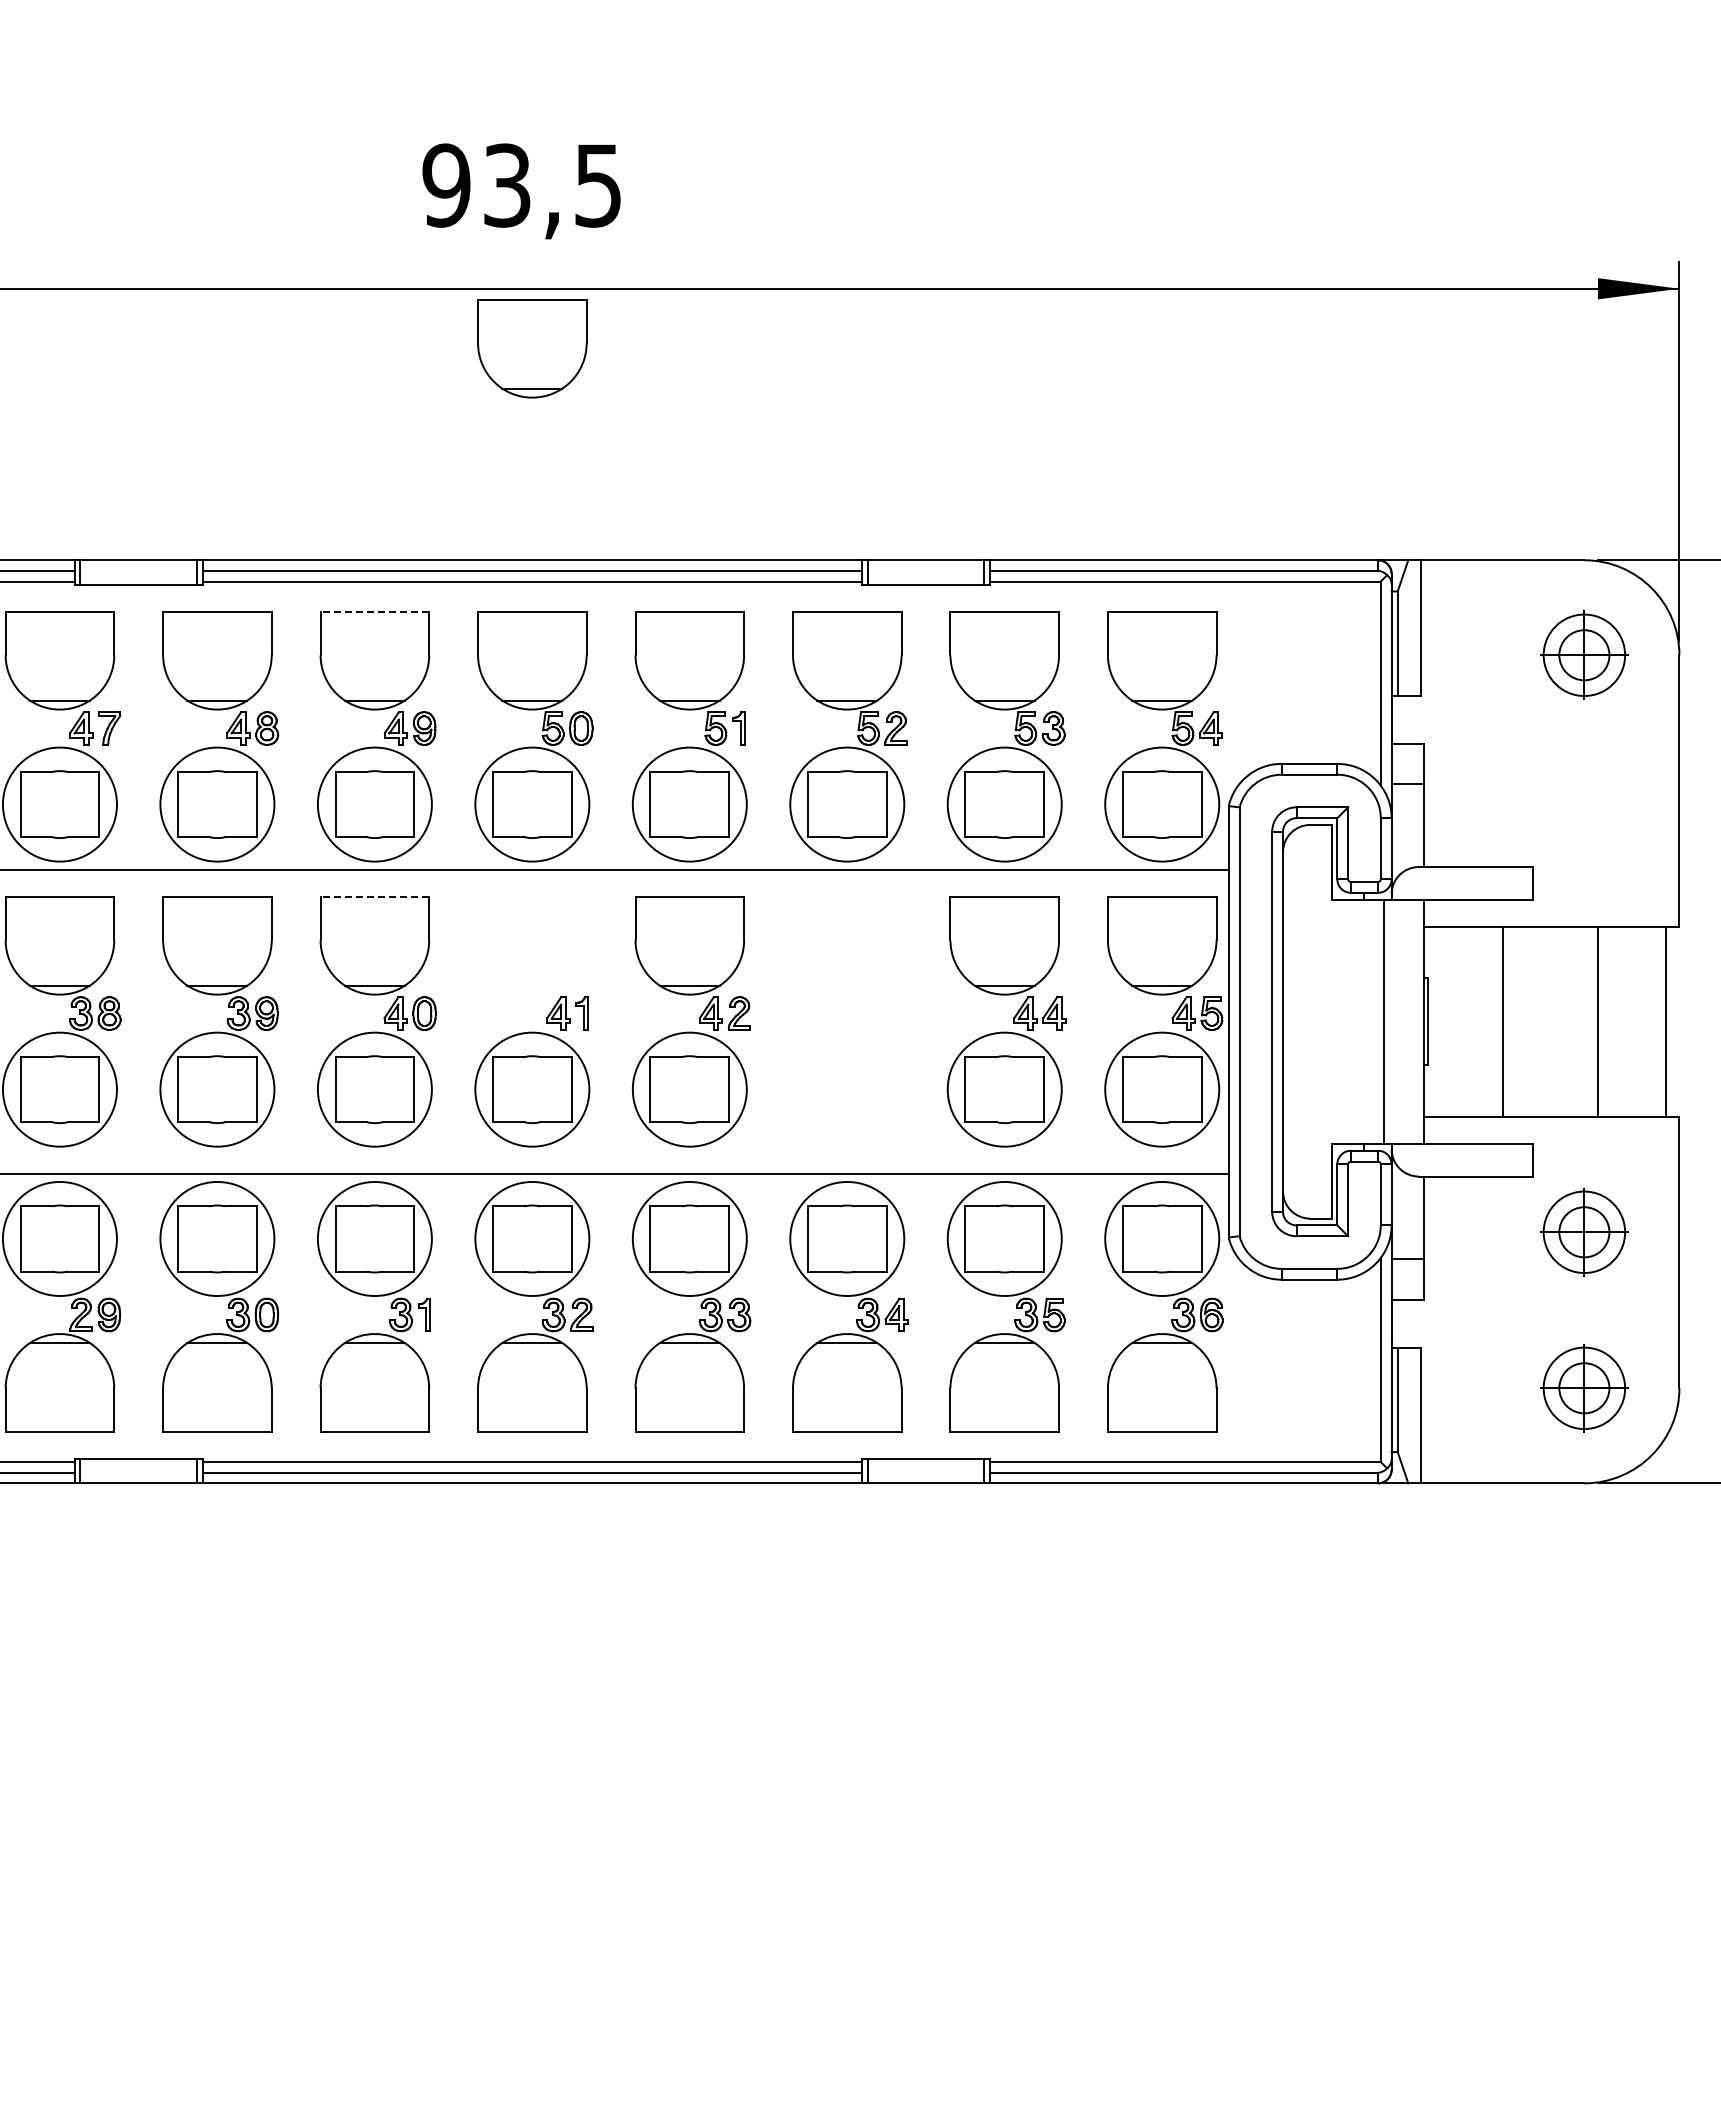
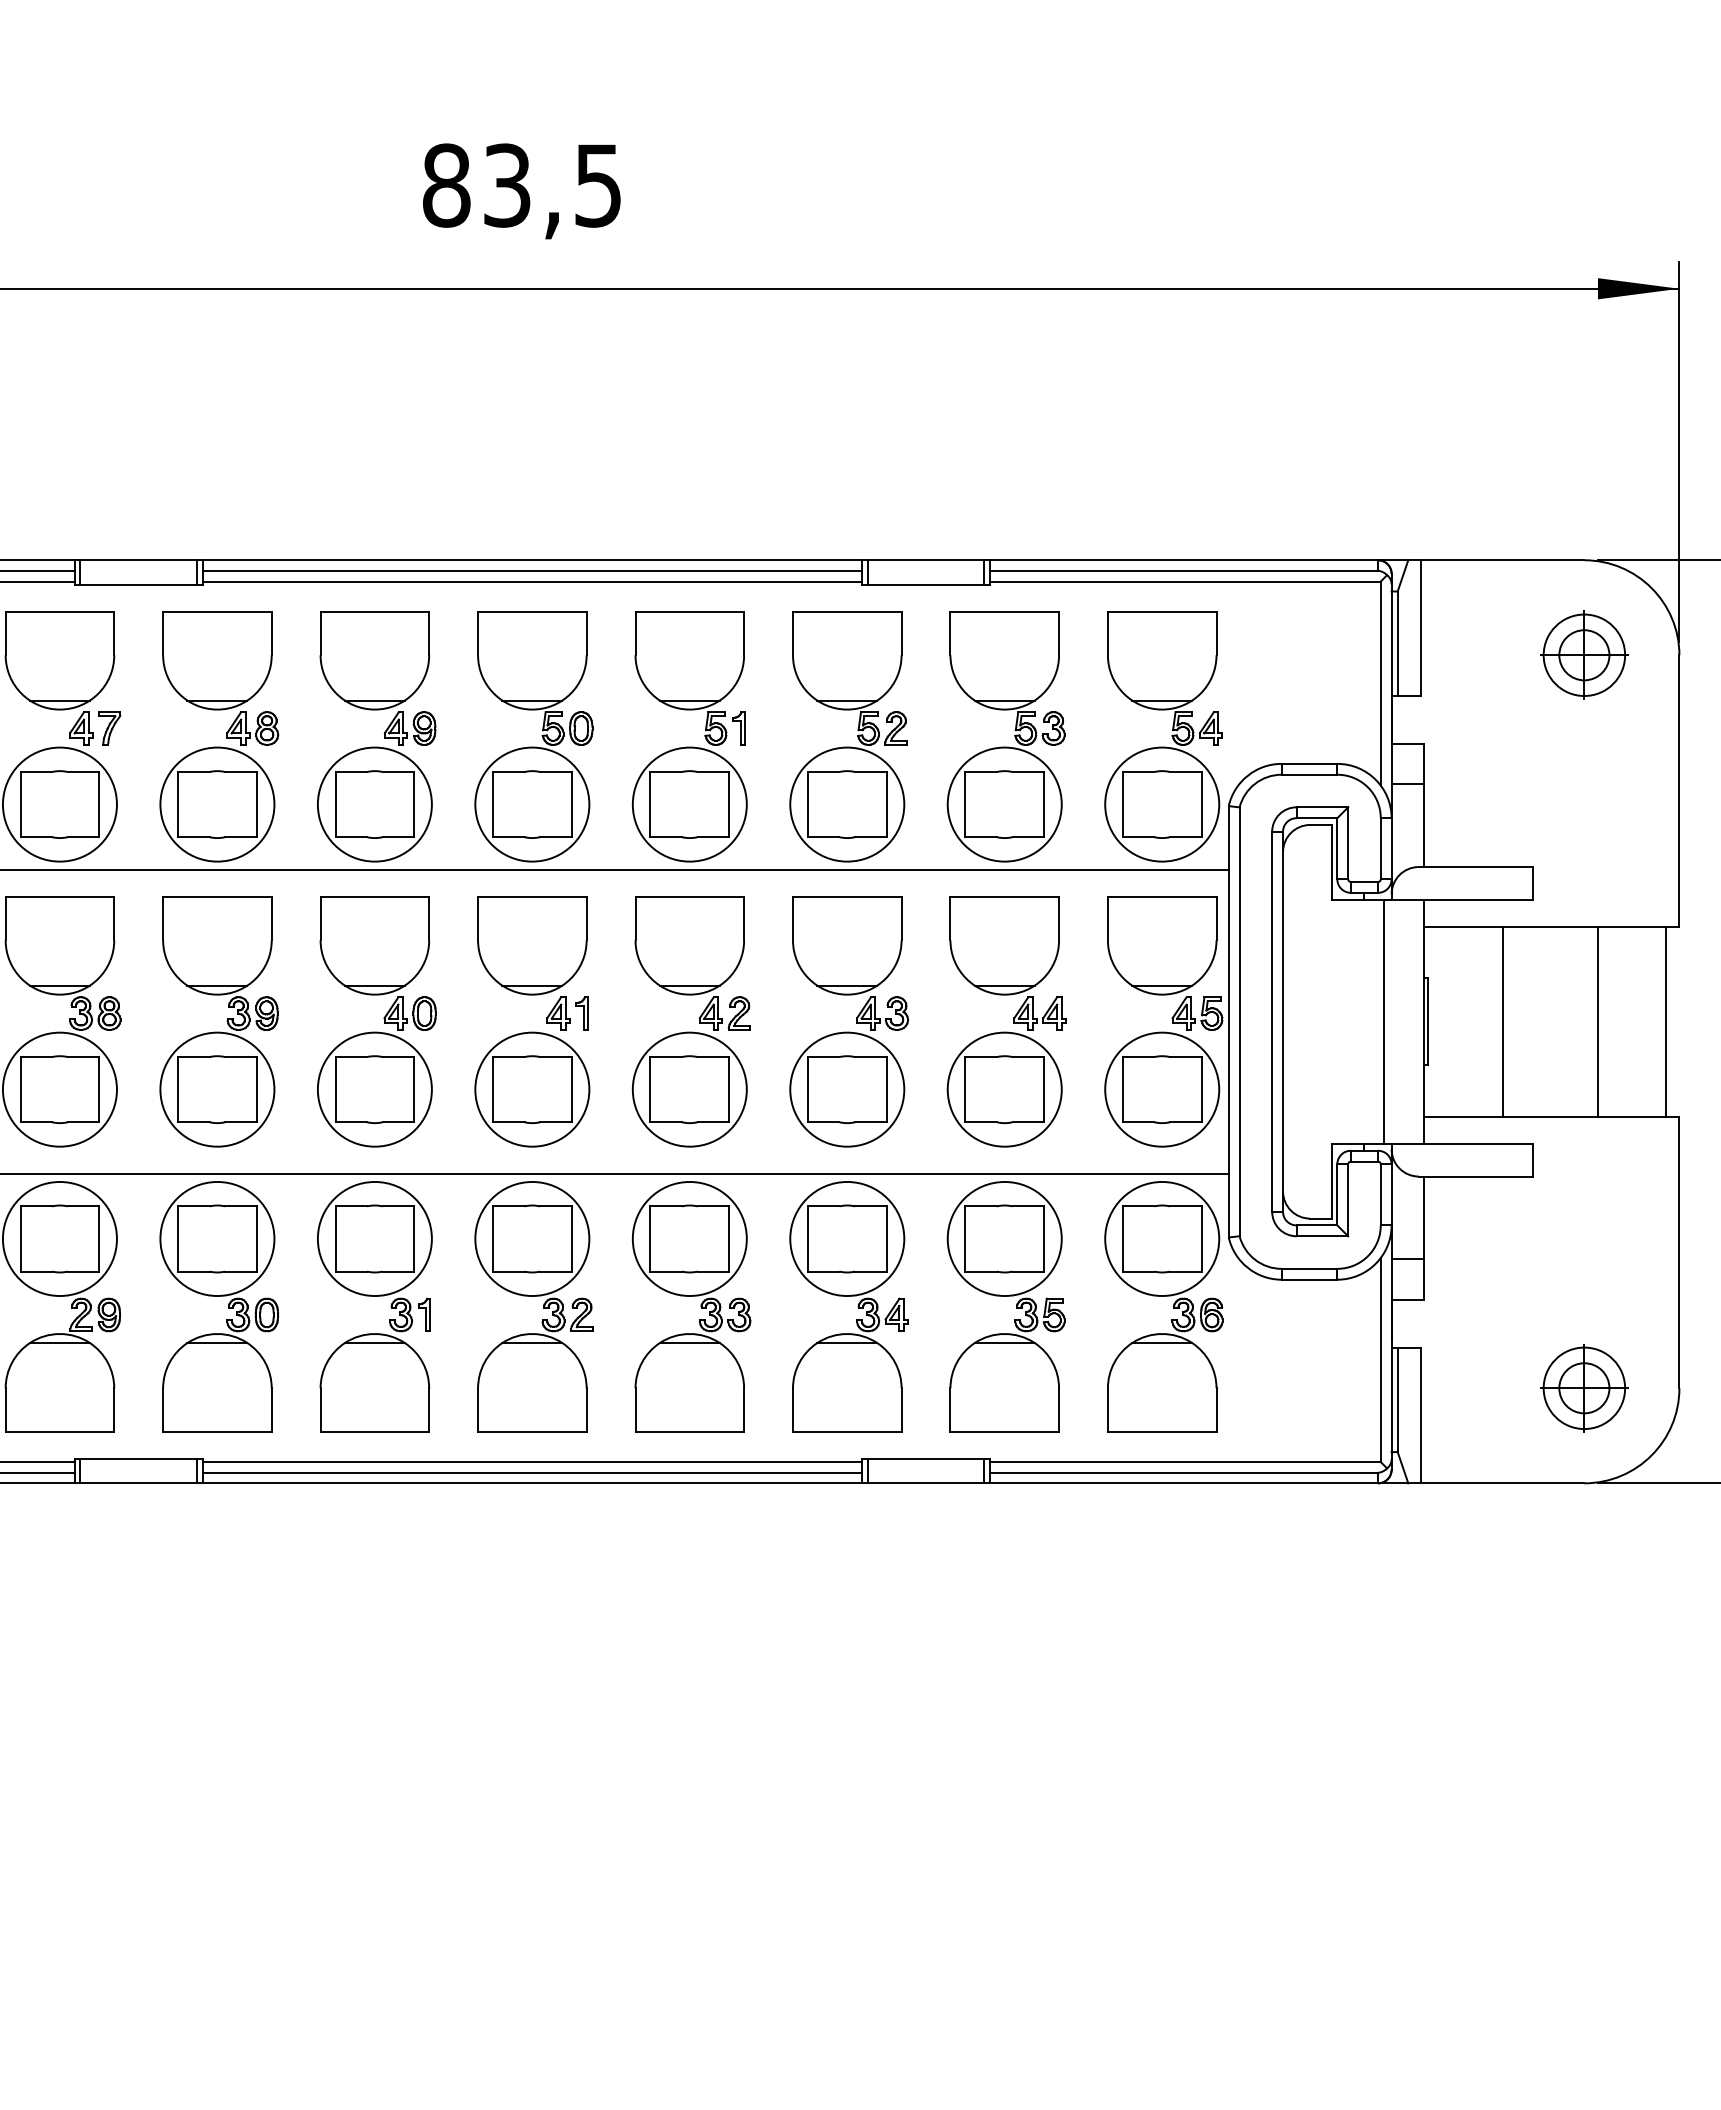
text at (446, 185): 93,5 -> 83,5
part at (532, 348) position: (532, 348) -> (532, 945)
line at (374, 611): dashed -> solid
line at (374, 896): dashed -> solid
part at (856, 1021): none -> present
part at (1584, 1232): present -> none
